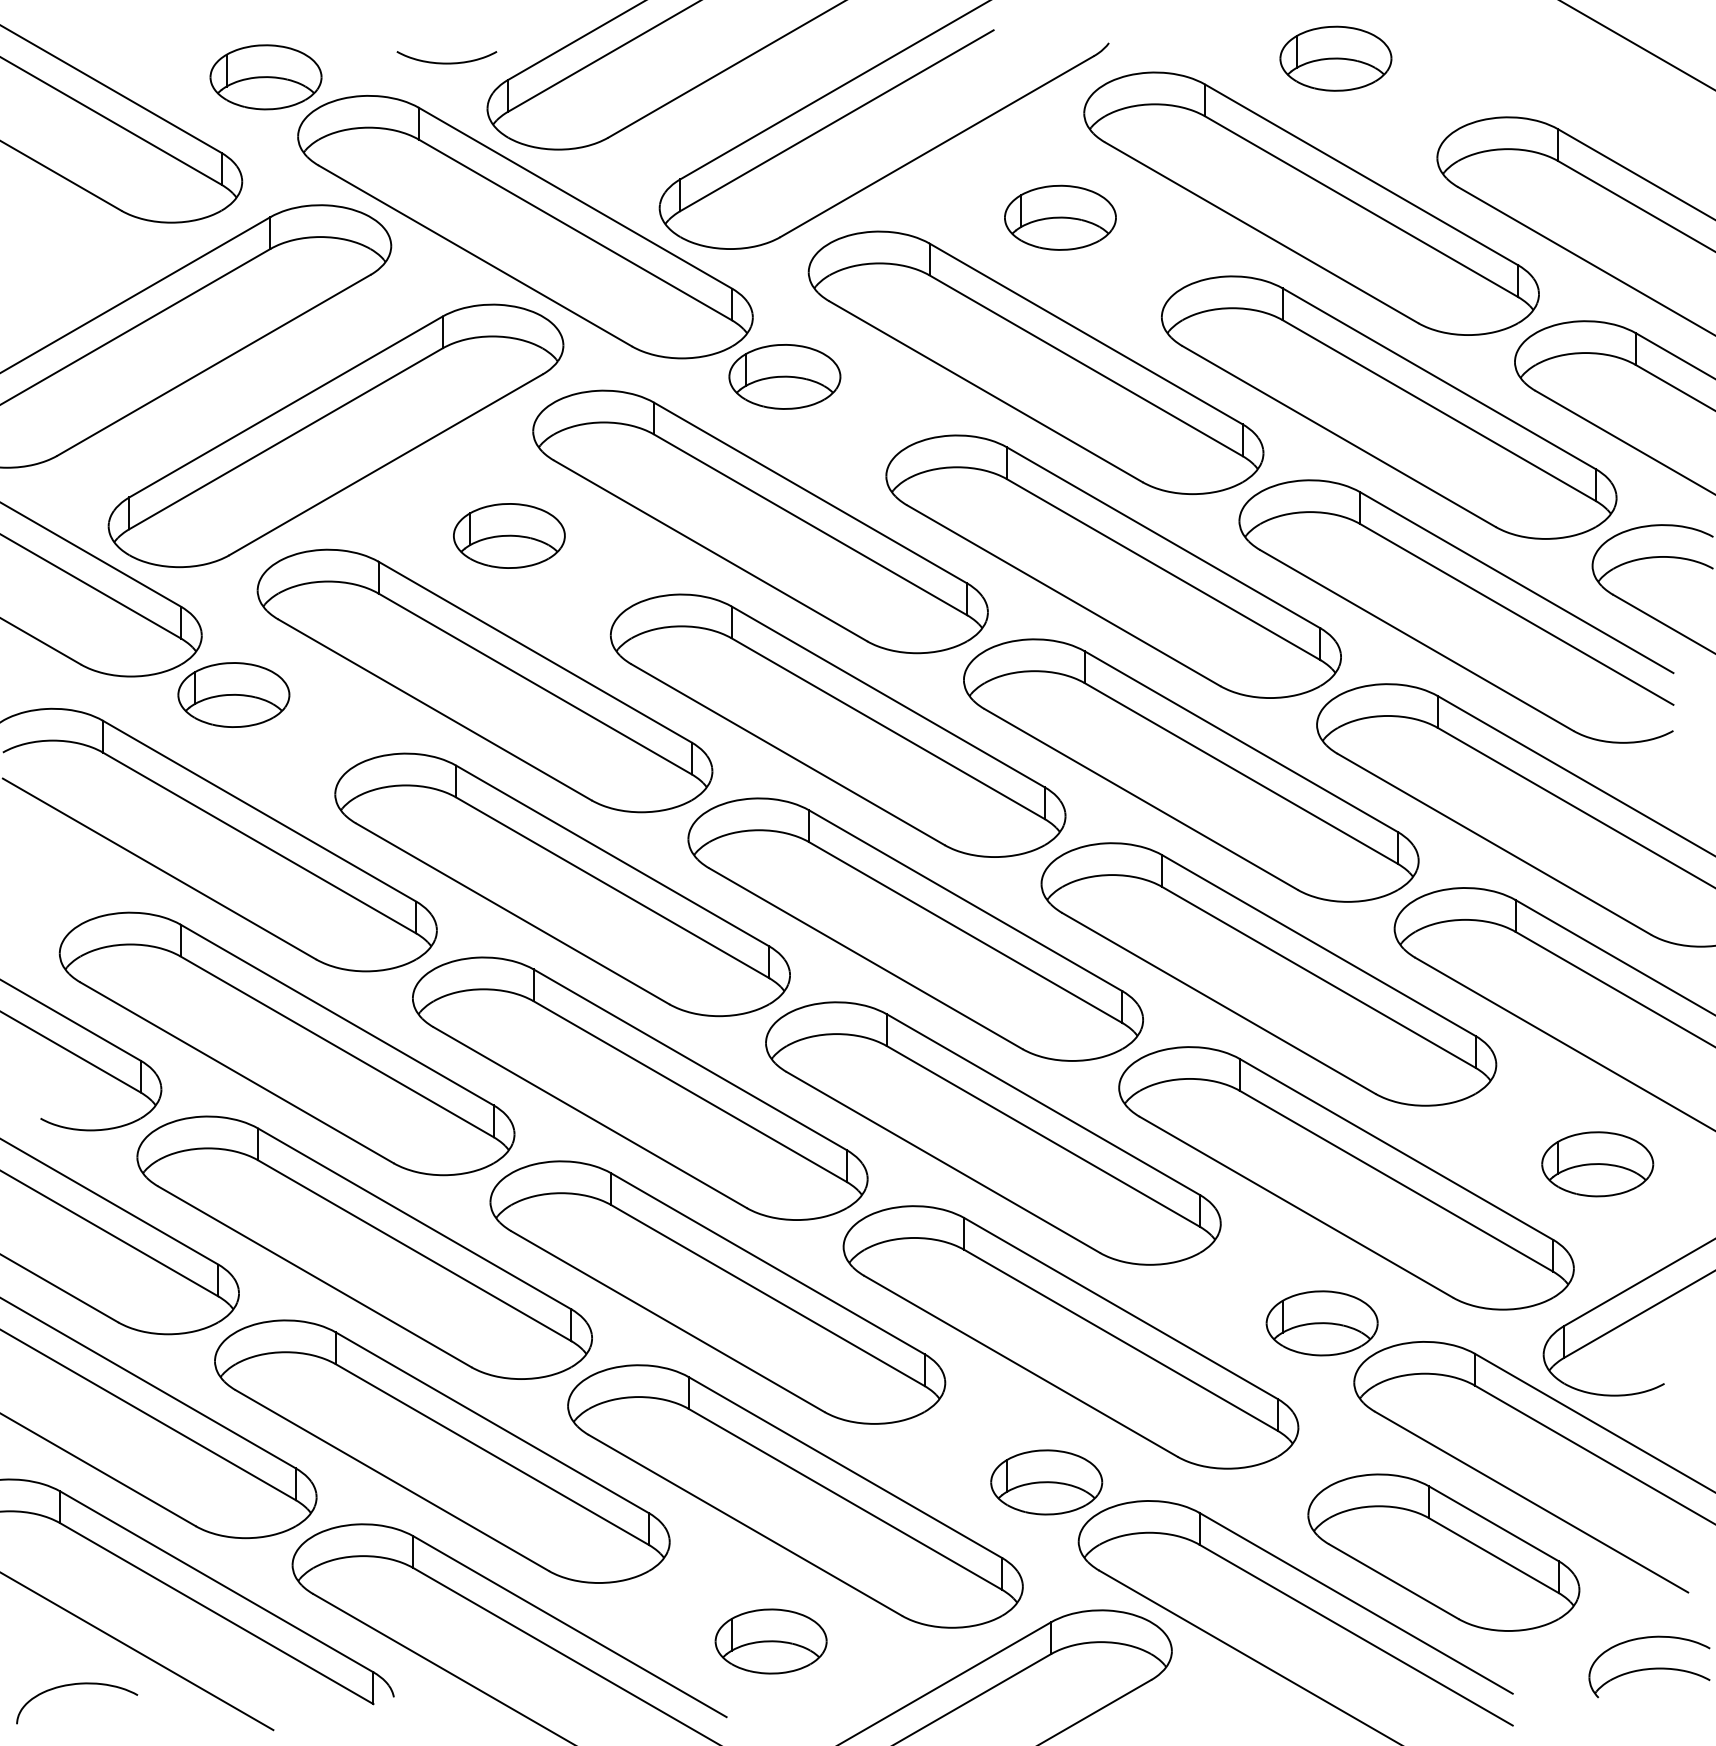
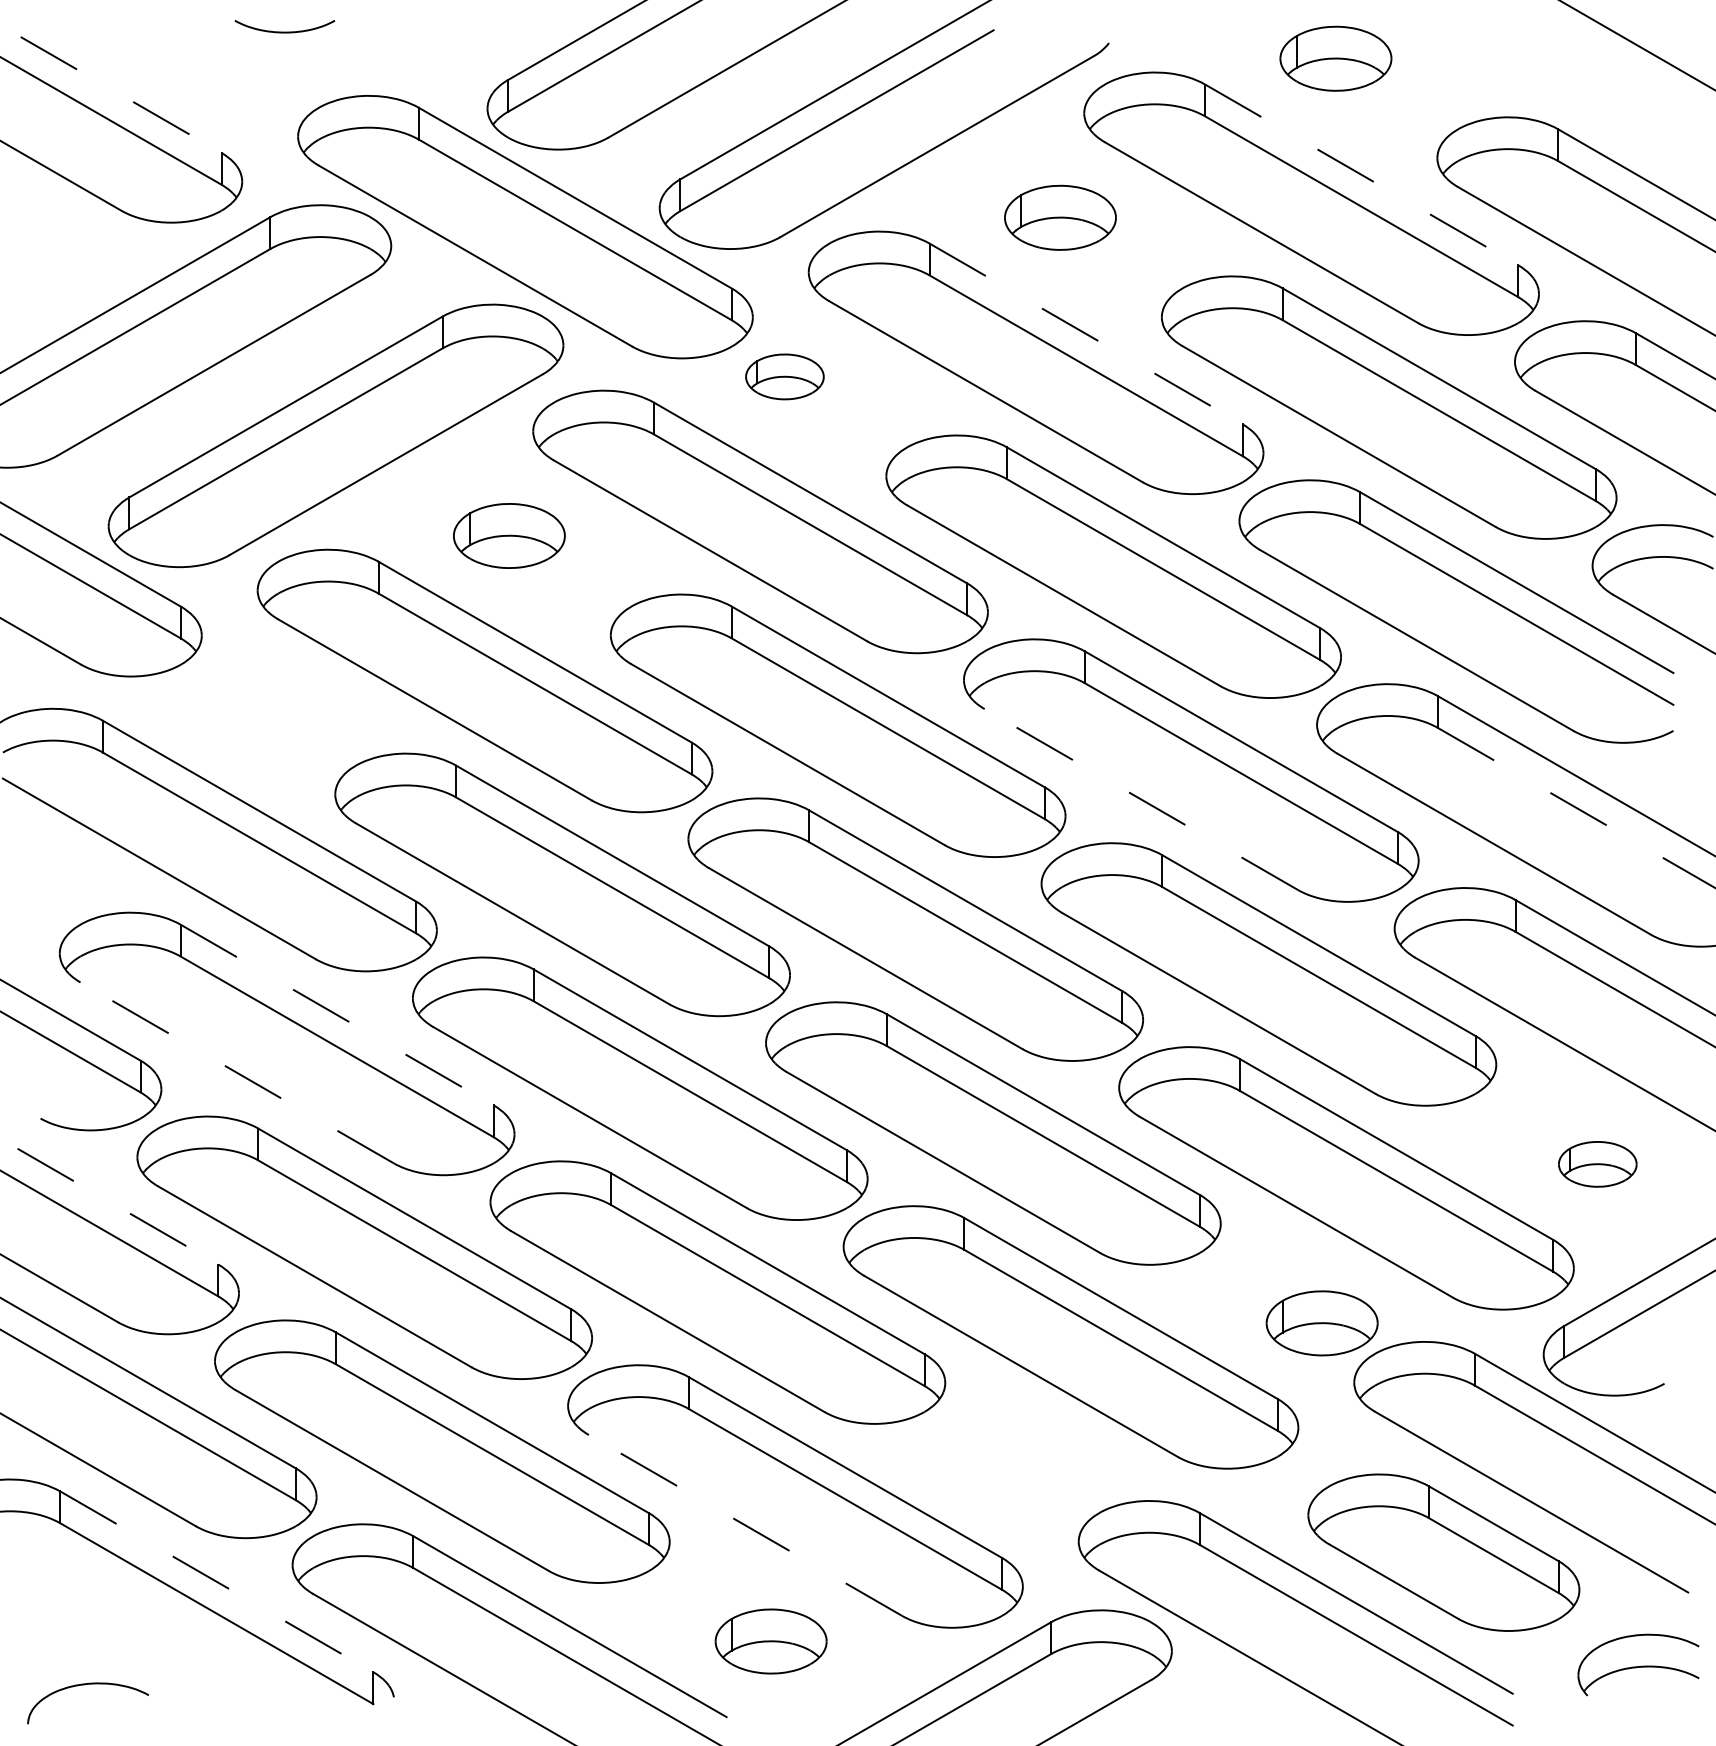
curve at (446, 62) position: (446, 62) -> (284, 31)
part at (265, 77): present -> none
line at (110, 88): solid -> dashed
line at (1361, 174): solid -> dashed
line at (1086, 333): solid -> dashed
part at (784, 376) size: 114x66 px -> 80x48 px
part at (233, 694): present -> none
line at (1141, 799): solid -> dashed
line at (1577, 808): solid -> dashed
line at (337, 1015): solid -> dashed
line at (237, 1072): solid -> dashed
part at (1597, 1164) size: 114x67 px -> 80x47 px
line at (109, 1201): solid -> dashed
part at (1046, 1482): present -> none
line at (745, 1525): solid -> dashed
line at (216, 1581): solid -> dashed
line at (137, 1651): present -> none
part at (1649, 1666) position: (1649, 1666) -> (1638, 1664)
curve at (74, 1685) position: (74, 1685) -> (85, 1685)
